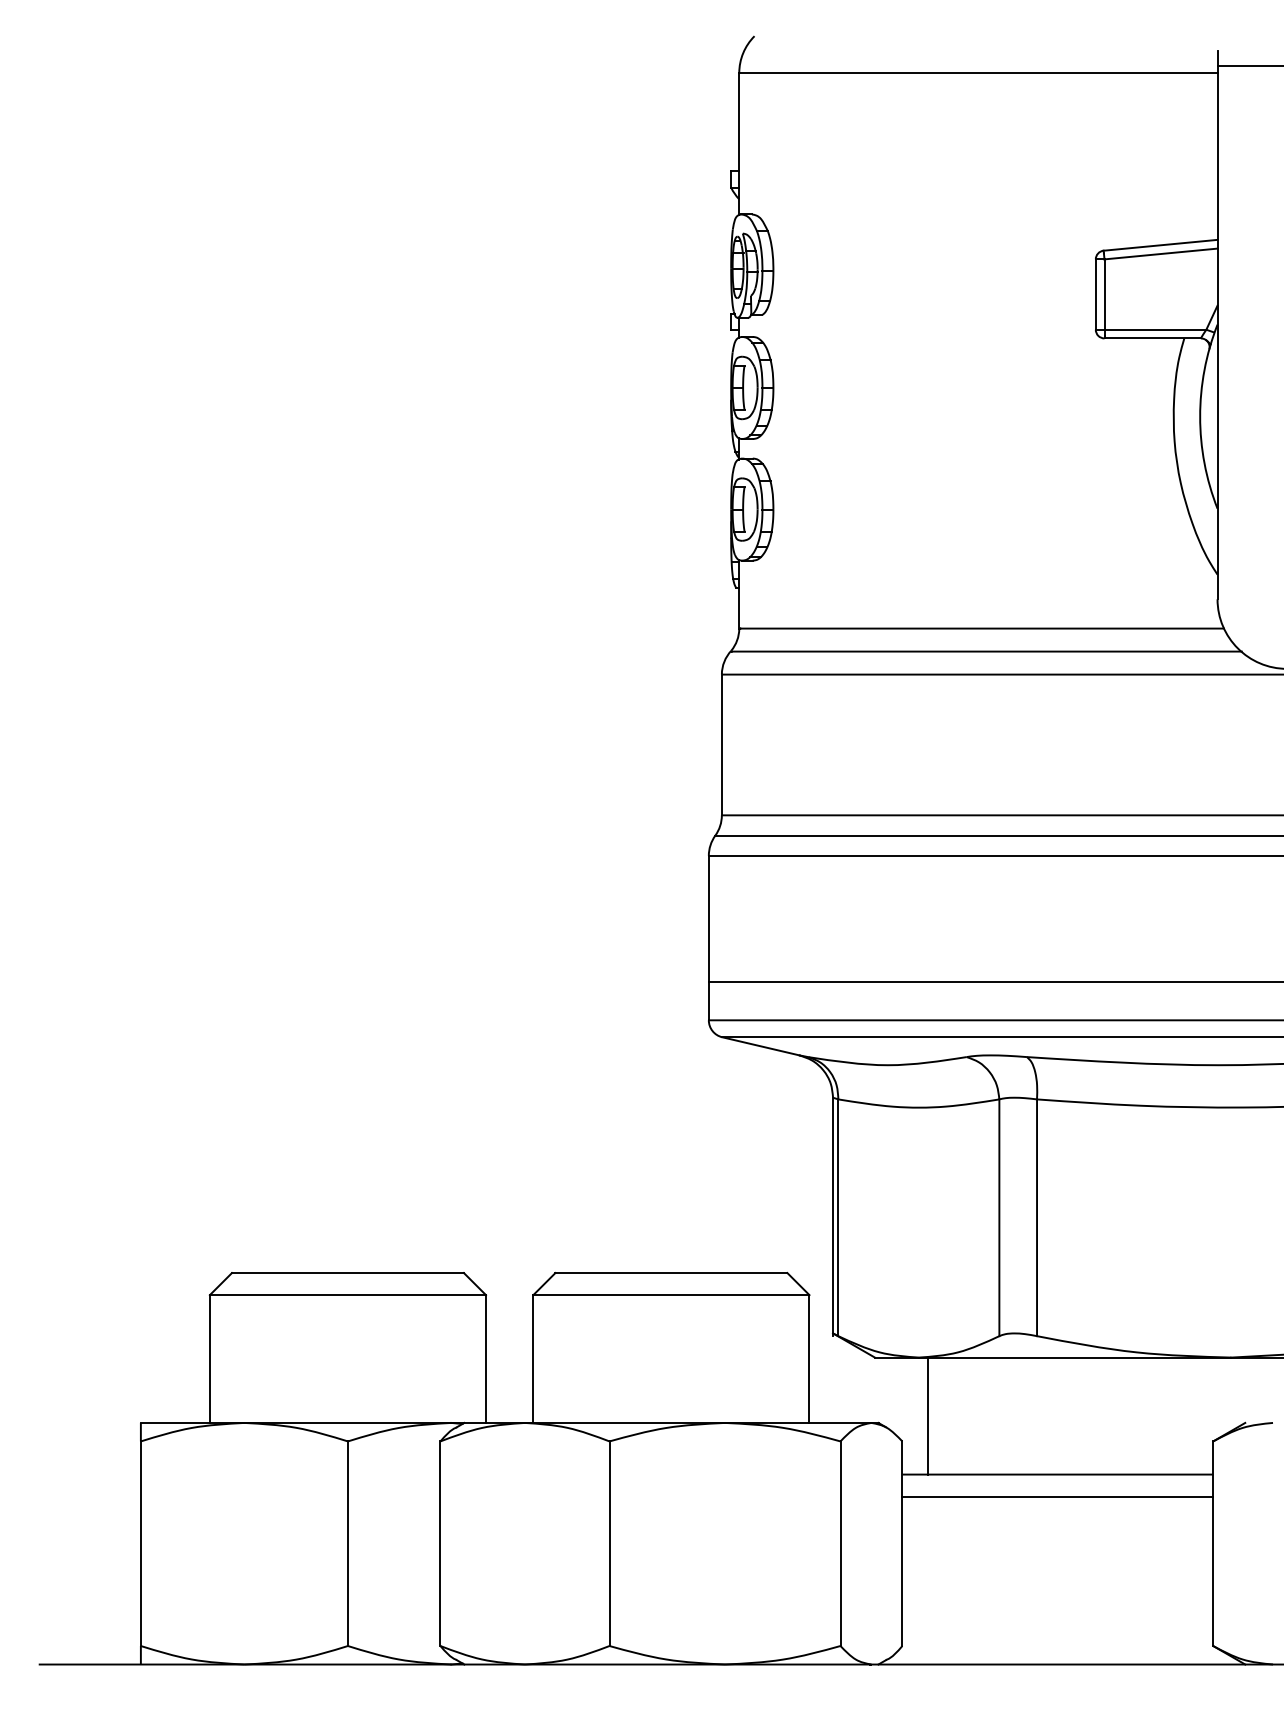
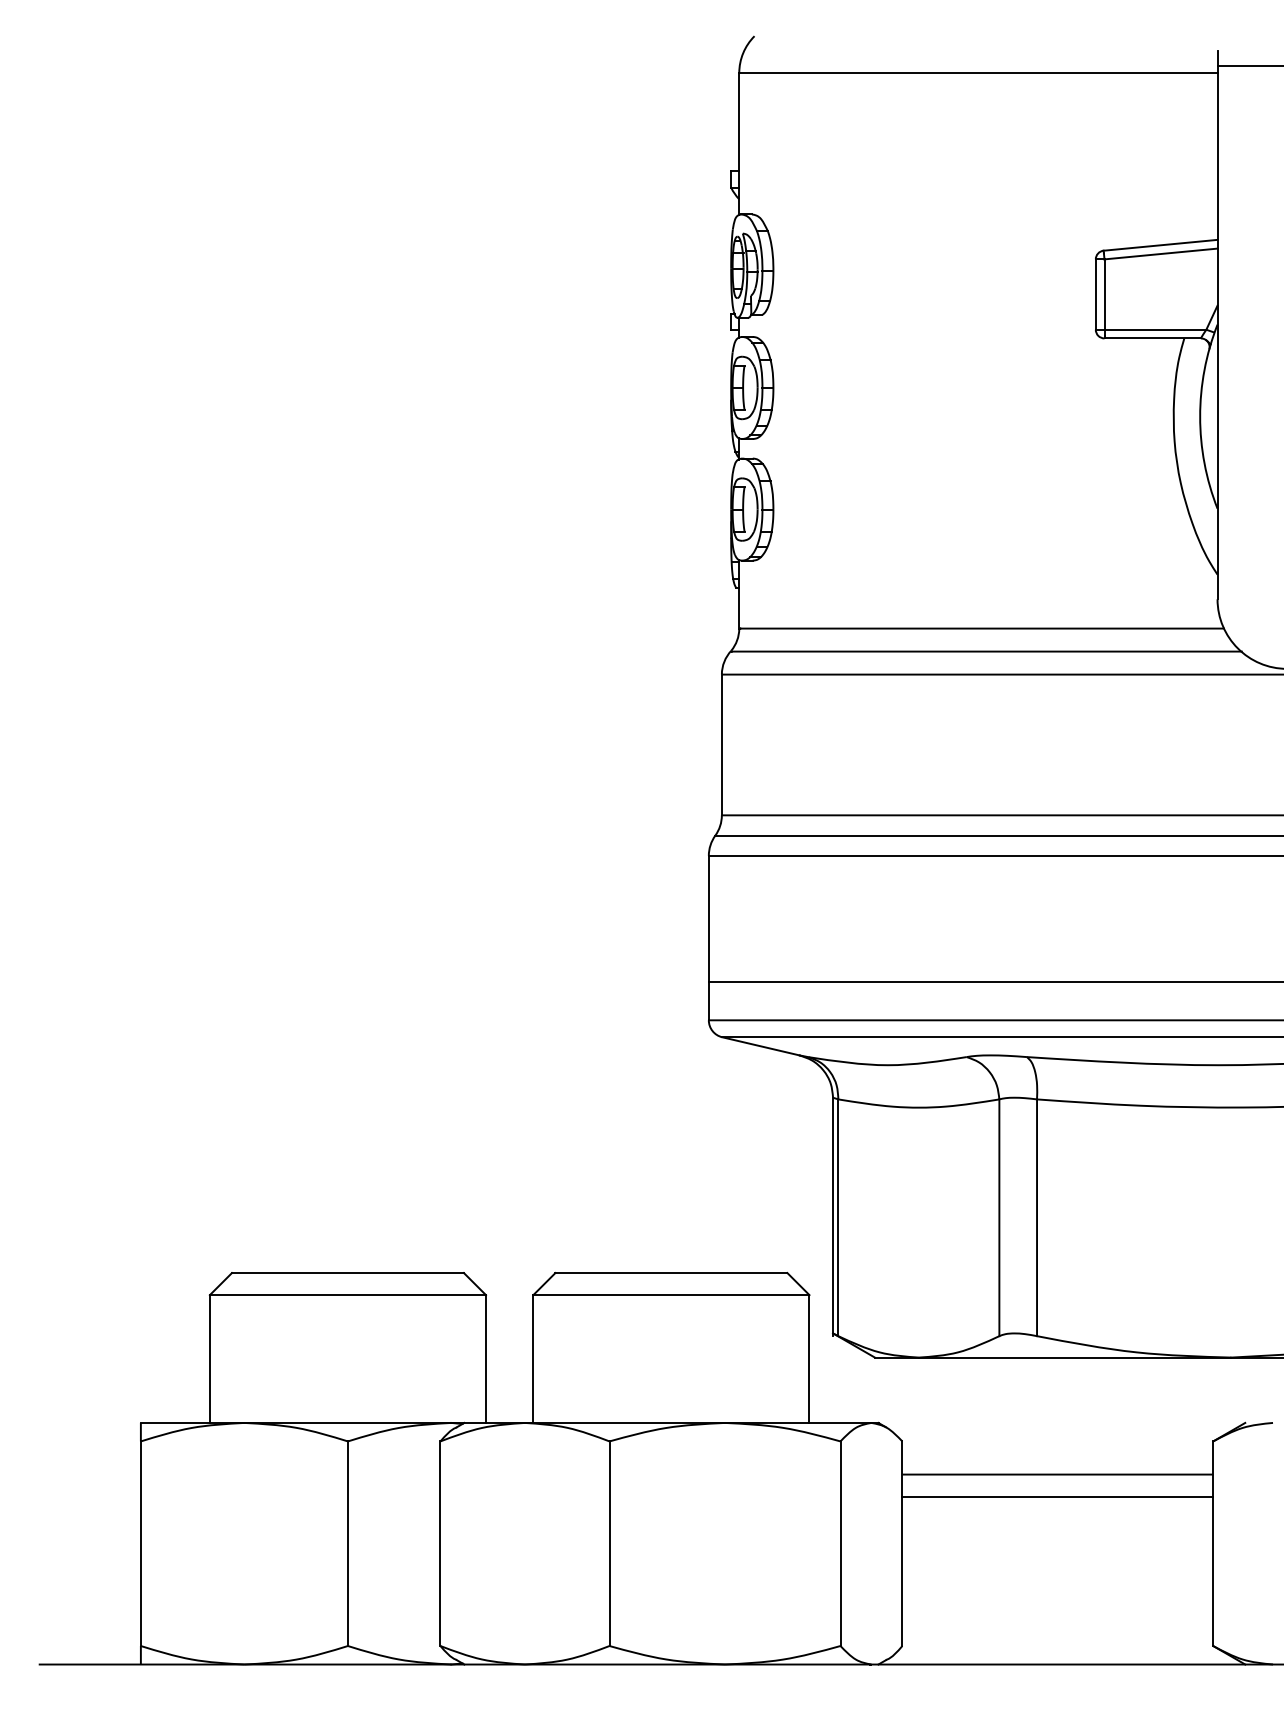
line at (927, 1415): present -> none
